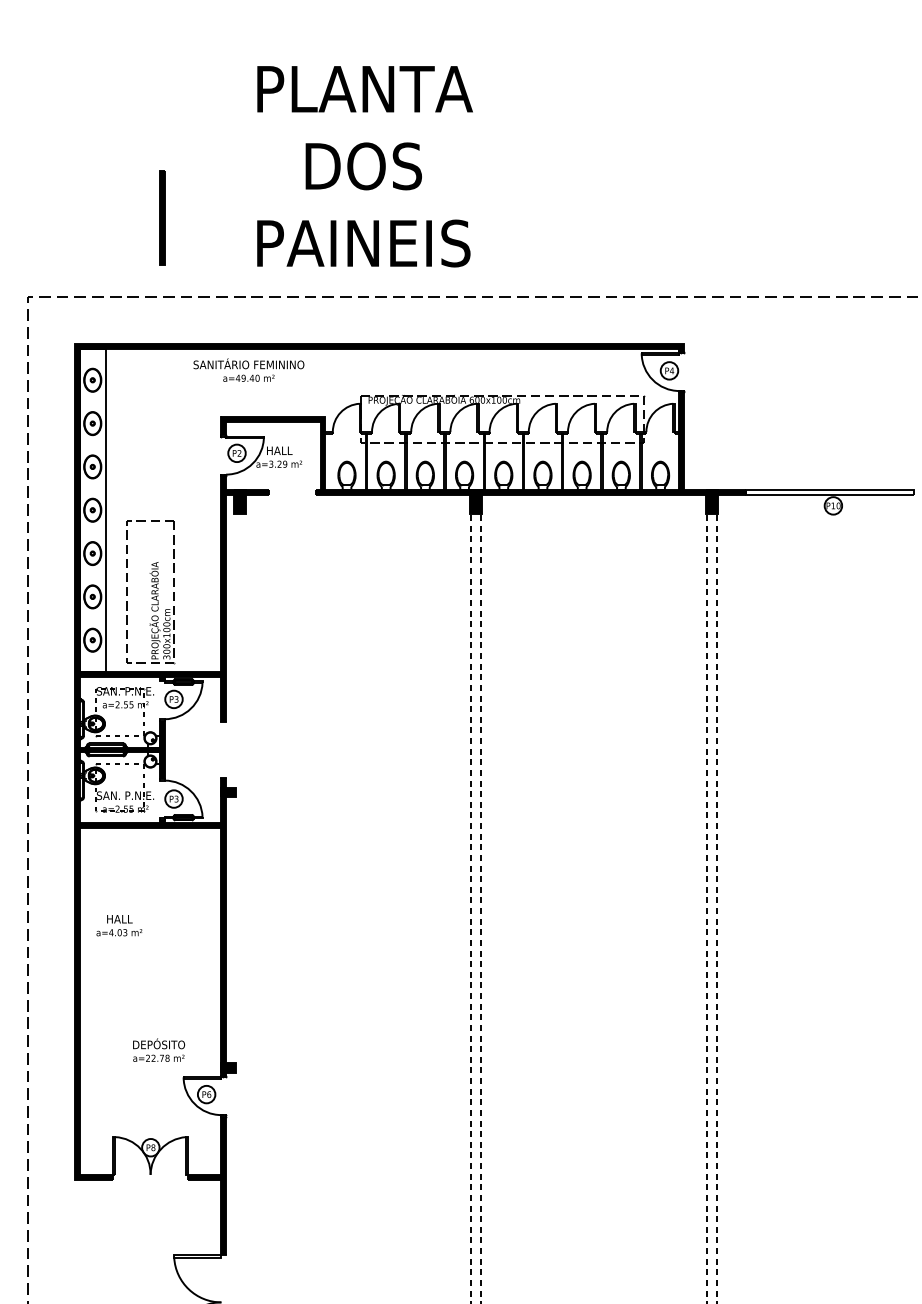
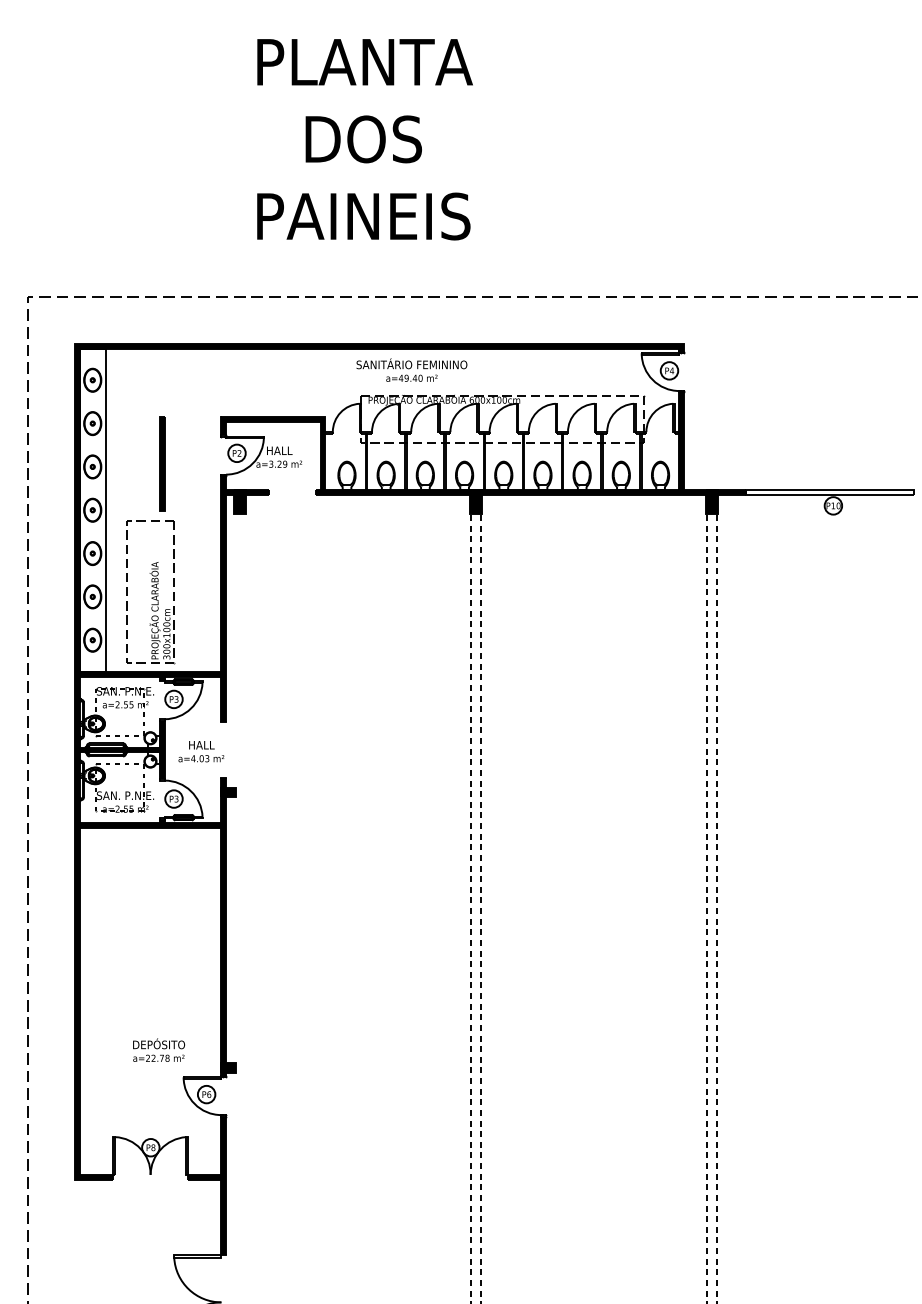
text at (364, 166) position: (364, 166) -> (364, 139)
part at (162, 217) position: (162, 217) -> (162, 463)
text at (248, 369) position: (248, 369) -> (411, 369)
text at (119, 925) position: (119, 925) -> (201, 751)
